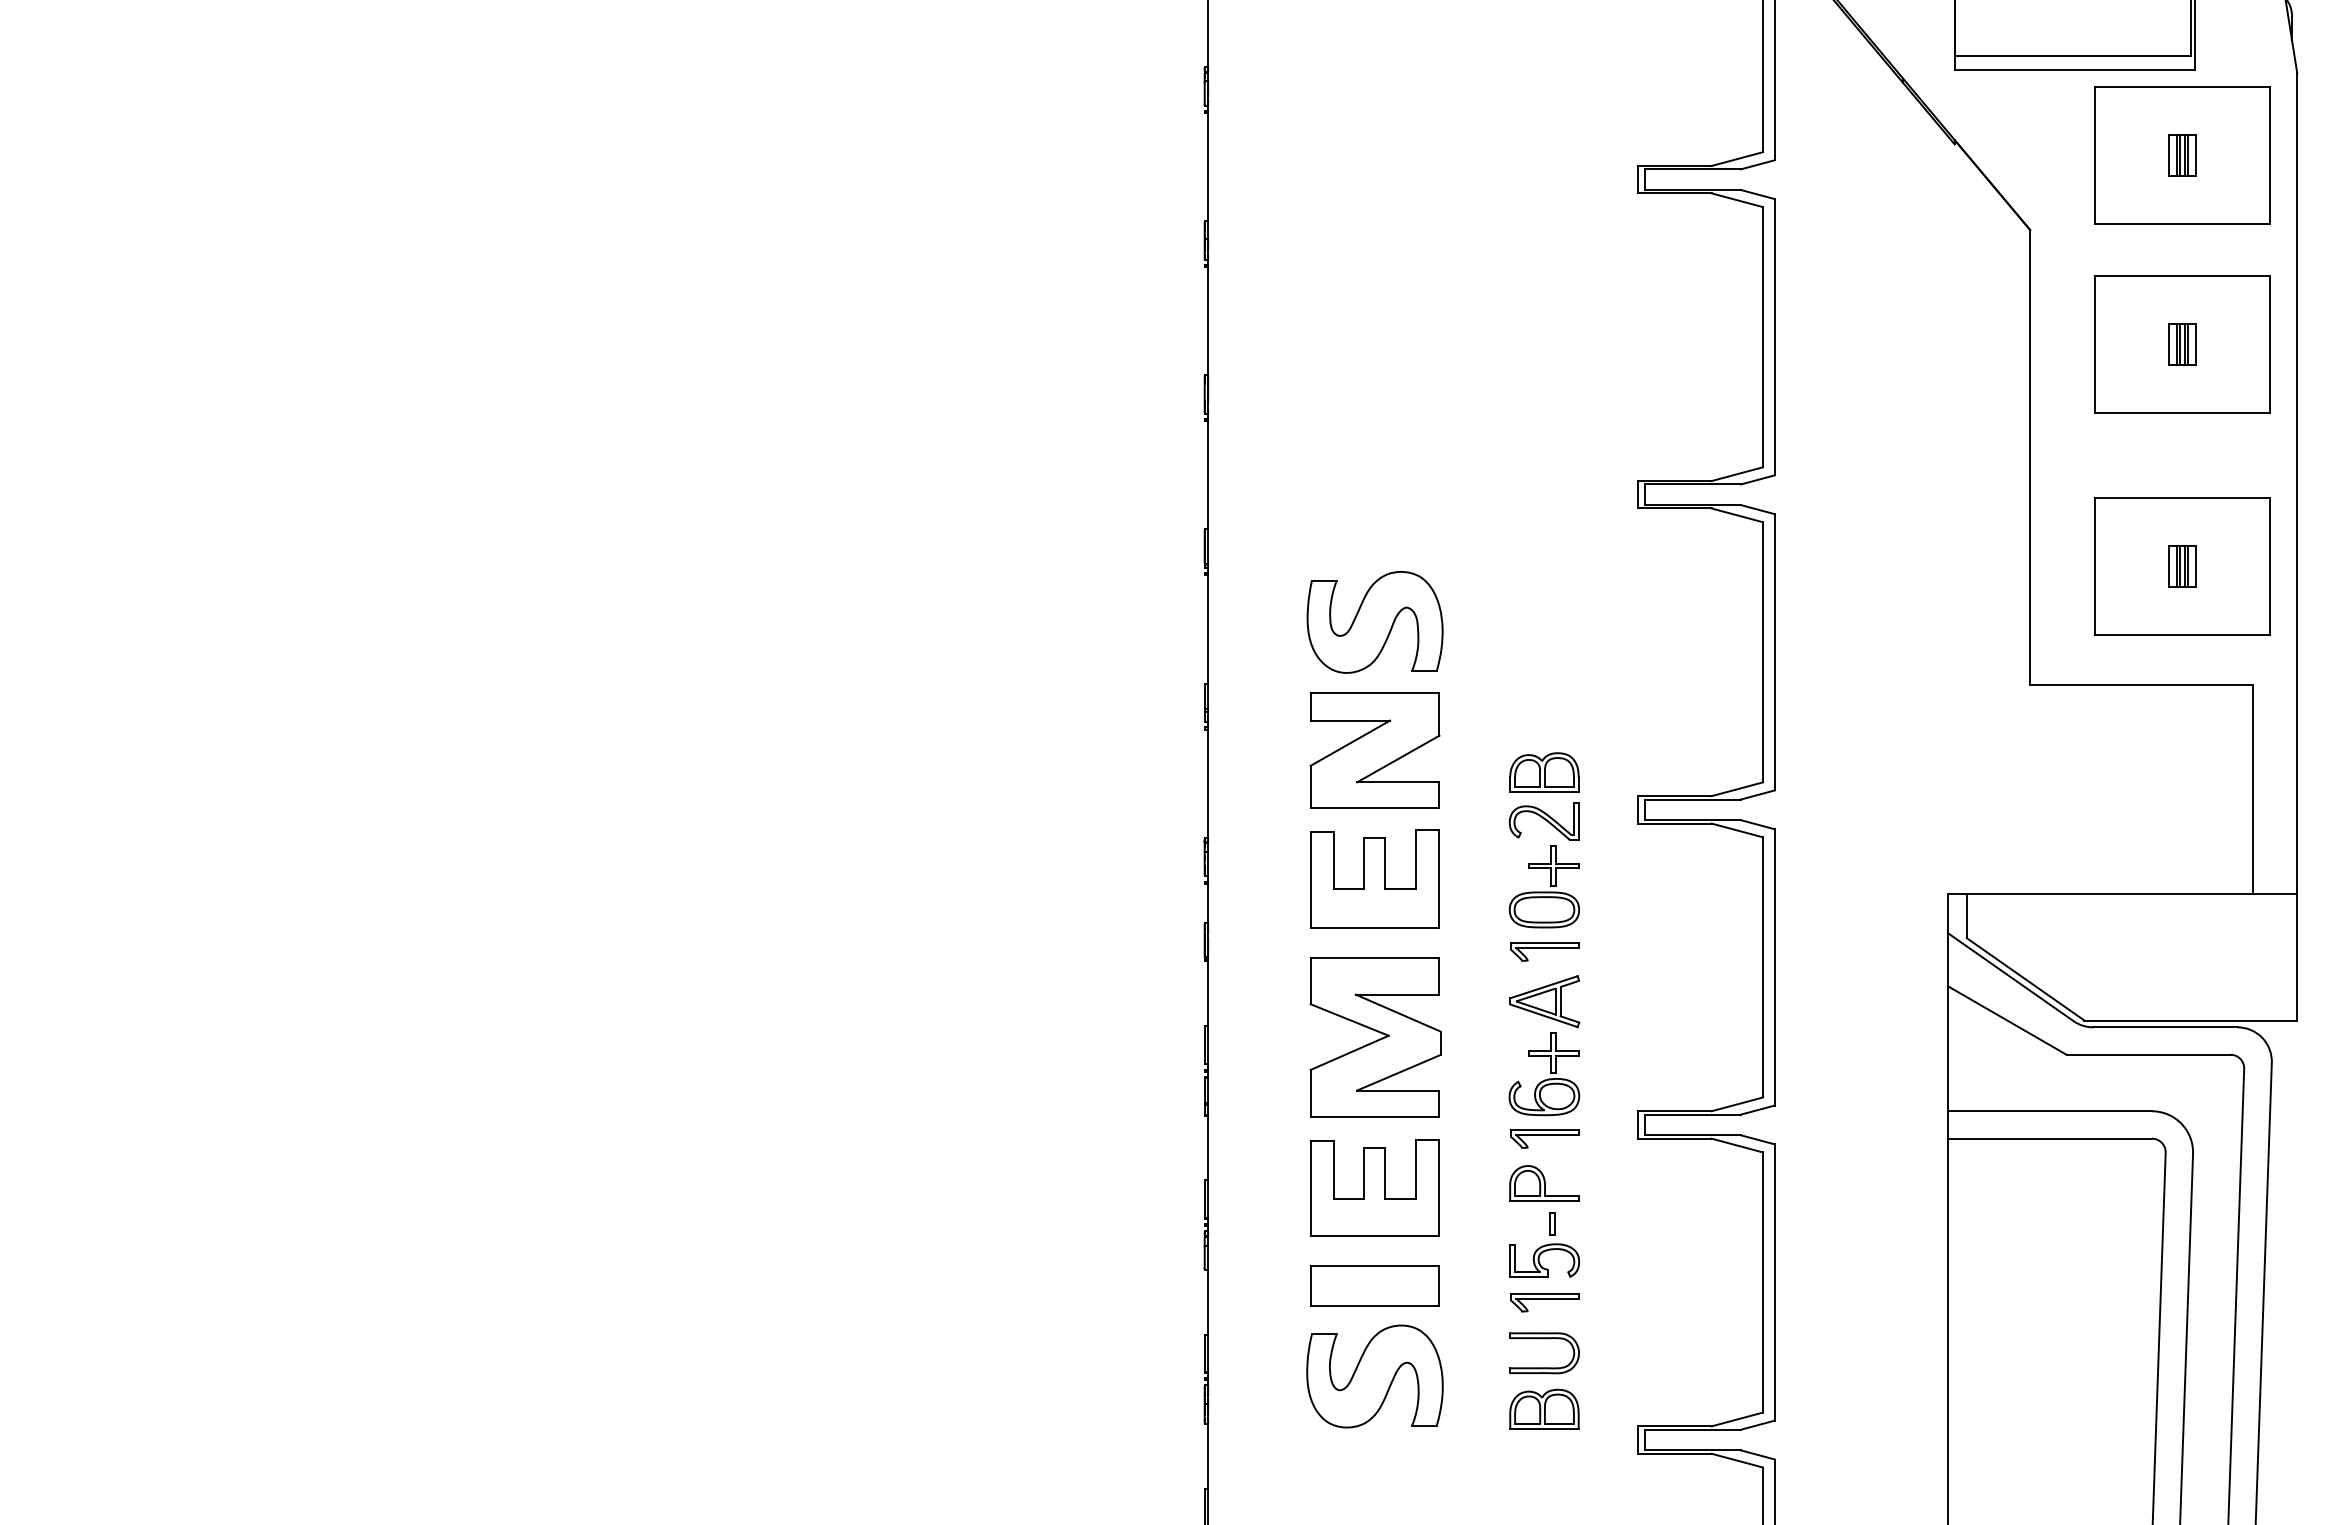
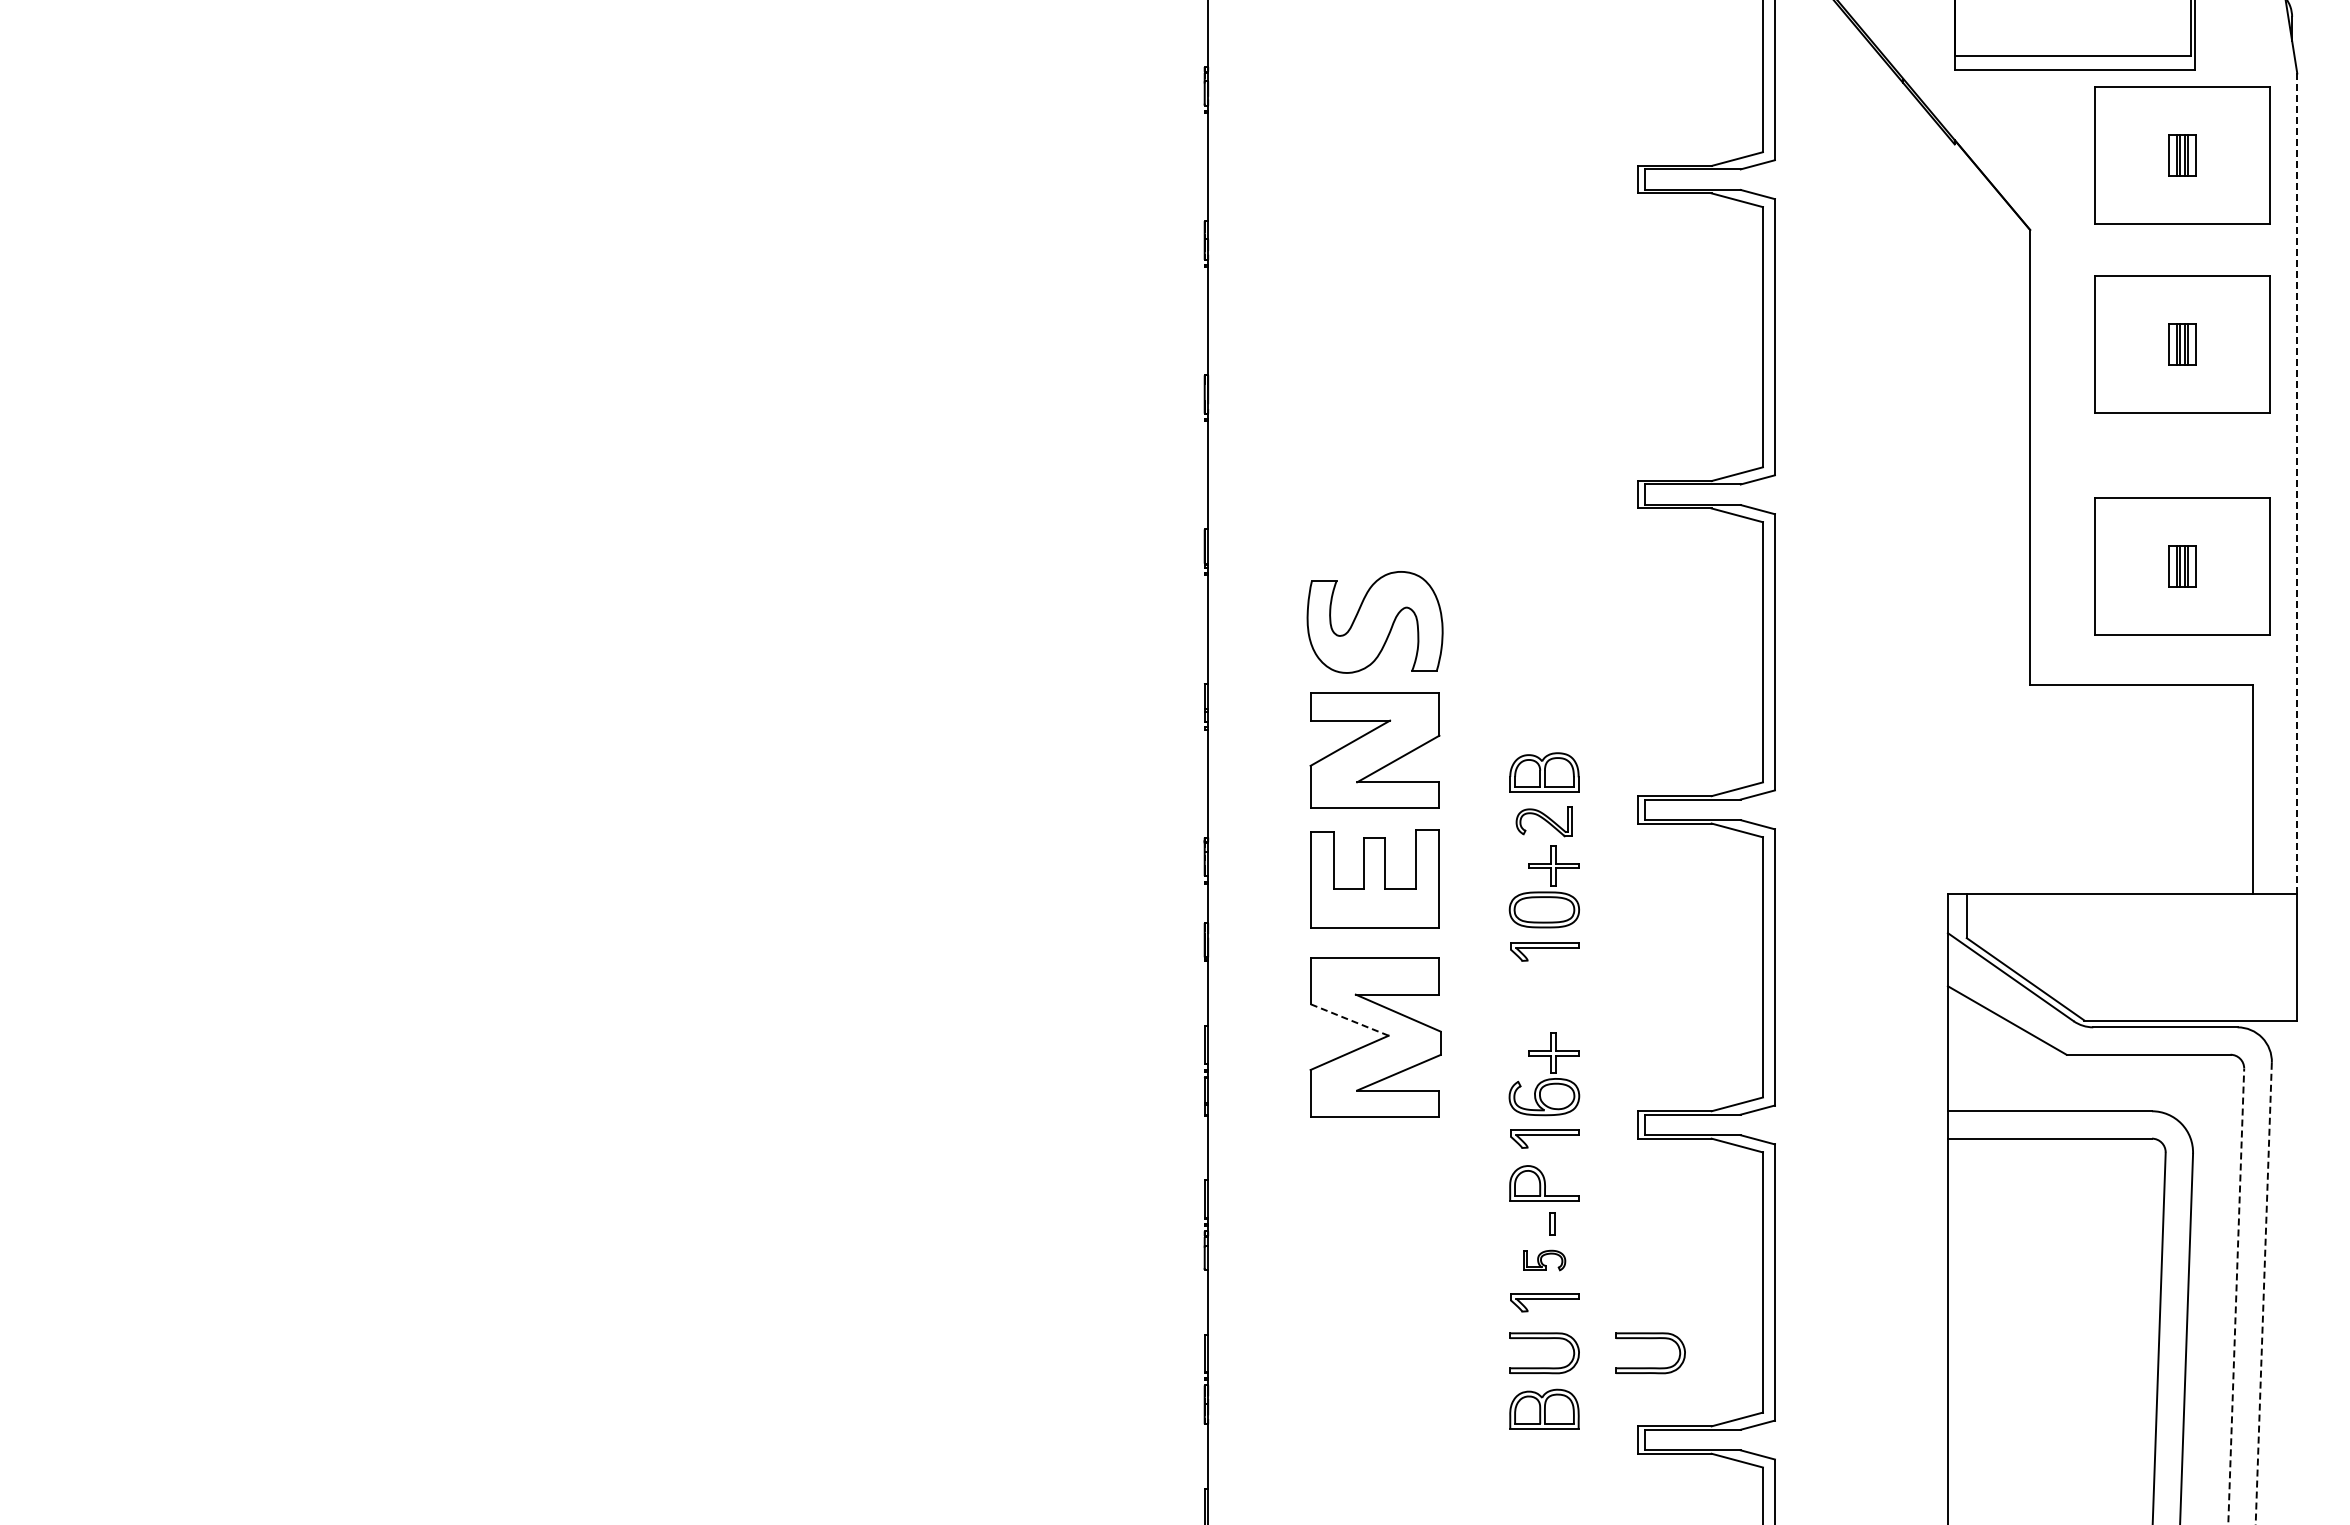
line at (2297, 483): solid -> dashed
part at (1543, 821) size: 72x39 px -> 58x32 px
part at (1544, 1001): present -> none
line at (1349, 1019): solid -> dashed
part at (1374, 1187): present -> none
part at (1544, 1260) size: 71x35 px -> 44x23 px
part at (1374, 1285): present -> none
line at (2263, 1293): solid -> dashed
line at (2236, 1296): solid -> dashed
part at (1650, 1339): none -> present
part at (1374, 1376): present -> none
